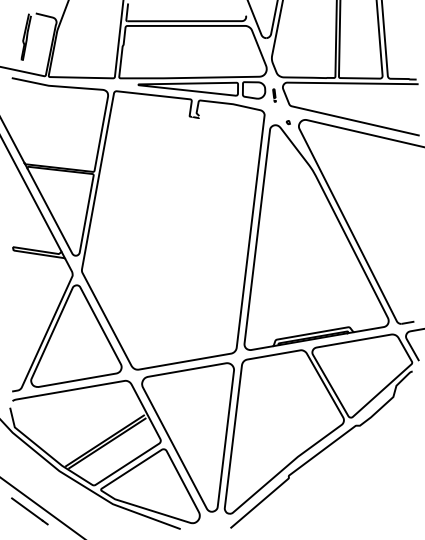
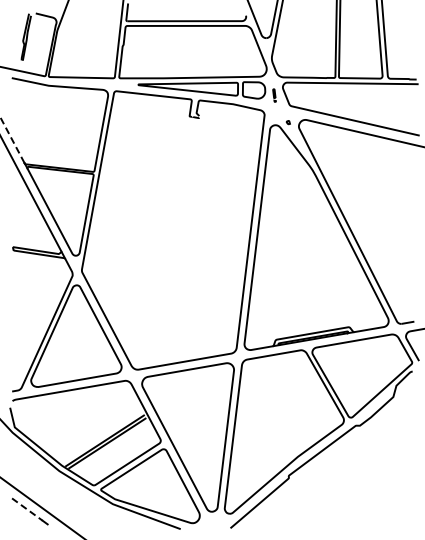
line at (12, 139): solid -> dashed
line at (27, 509): solid -> dashed
